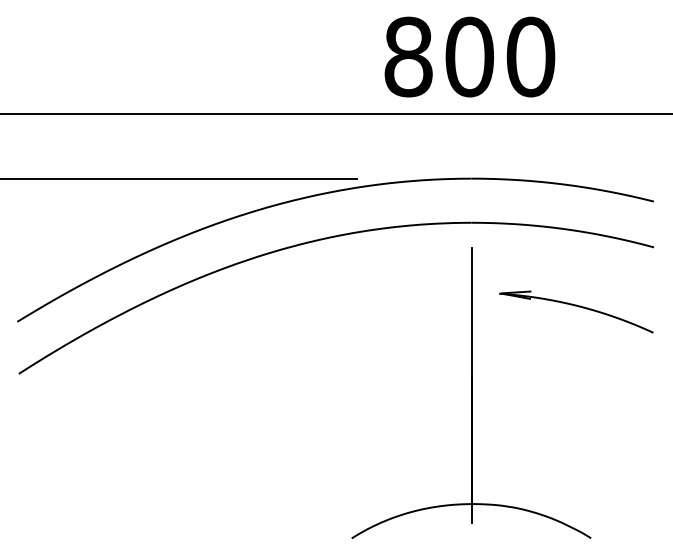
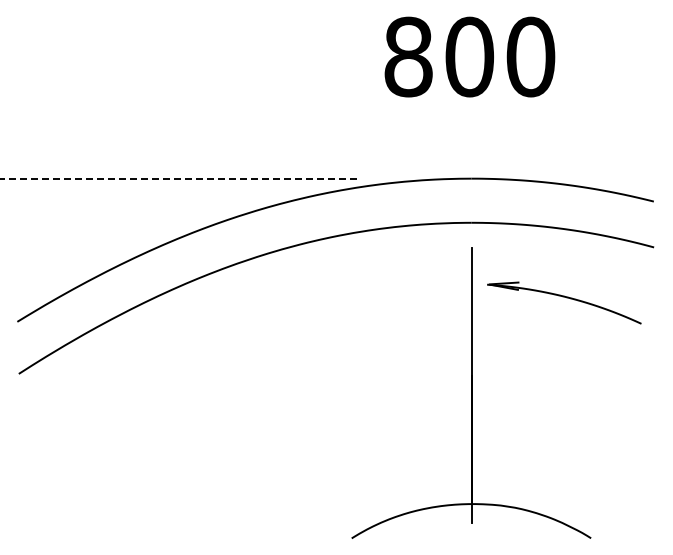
line at (335, 114): present -> none
line at (177, 178): solid -> dashed
part at (576, 311) position: (576, 311) -> (564, 302)
